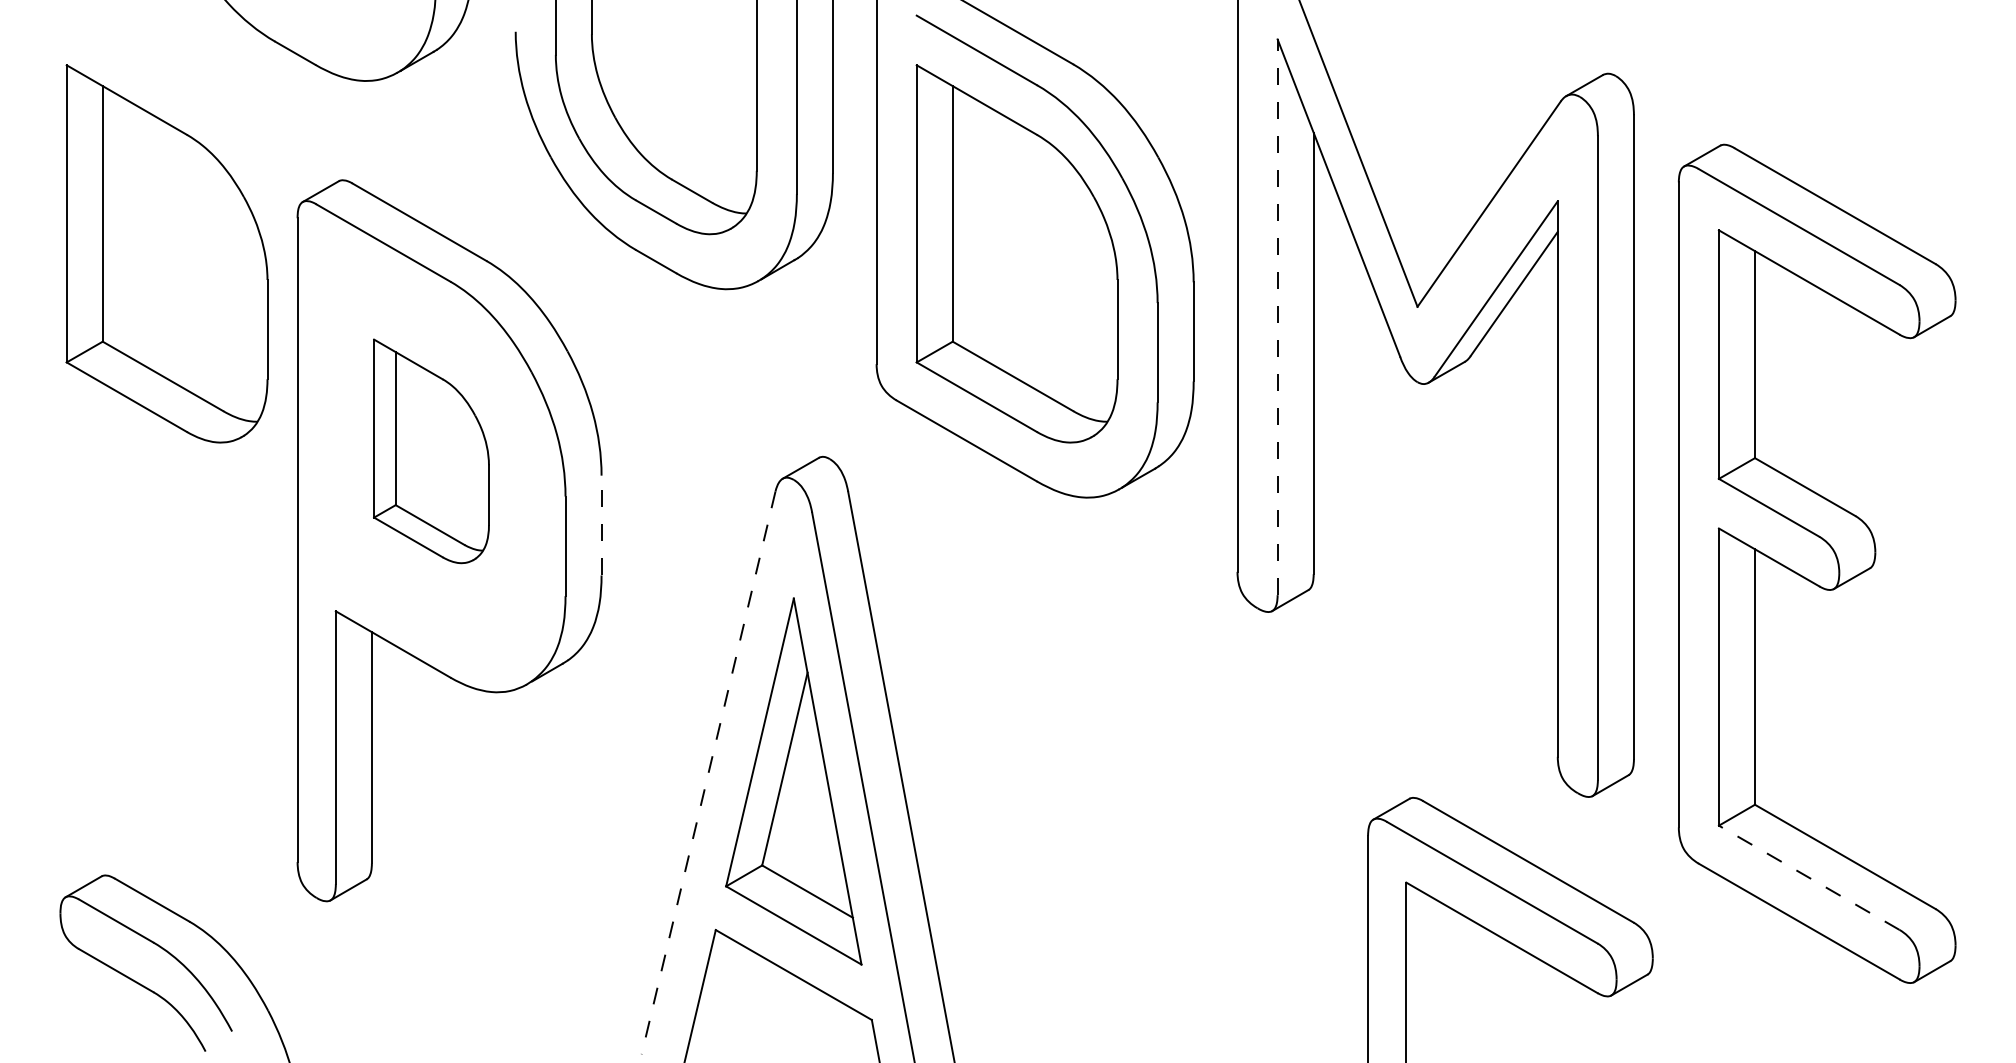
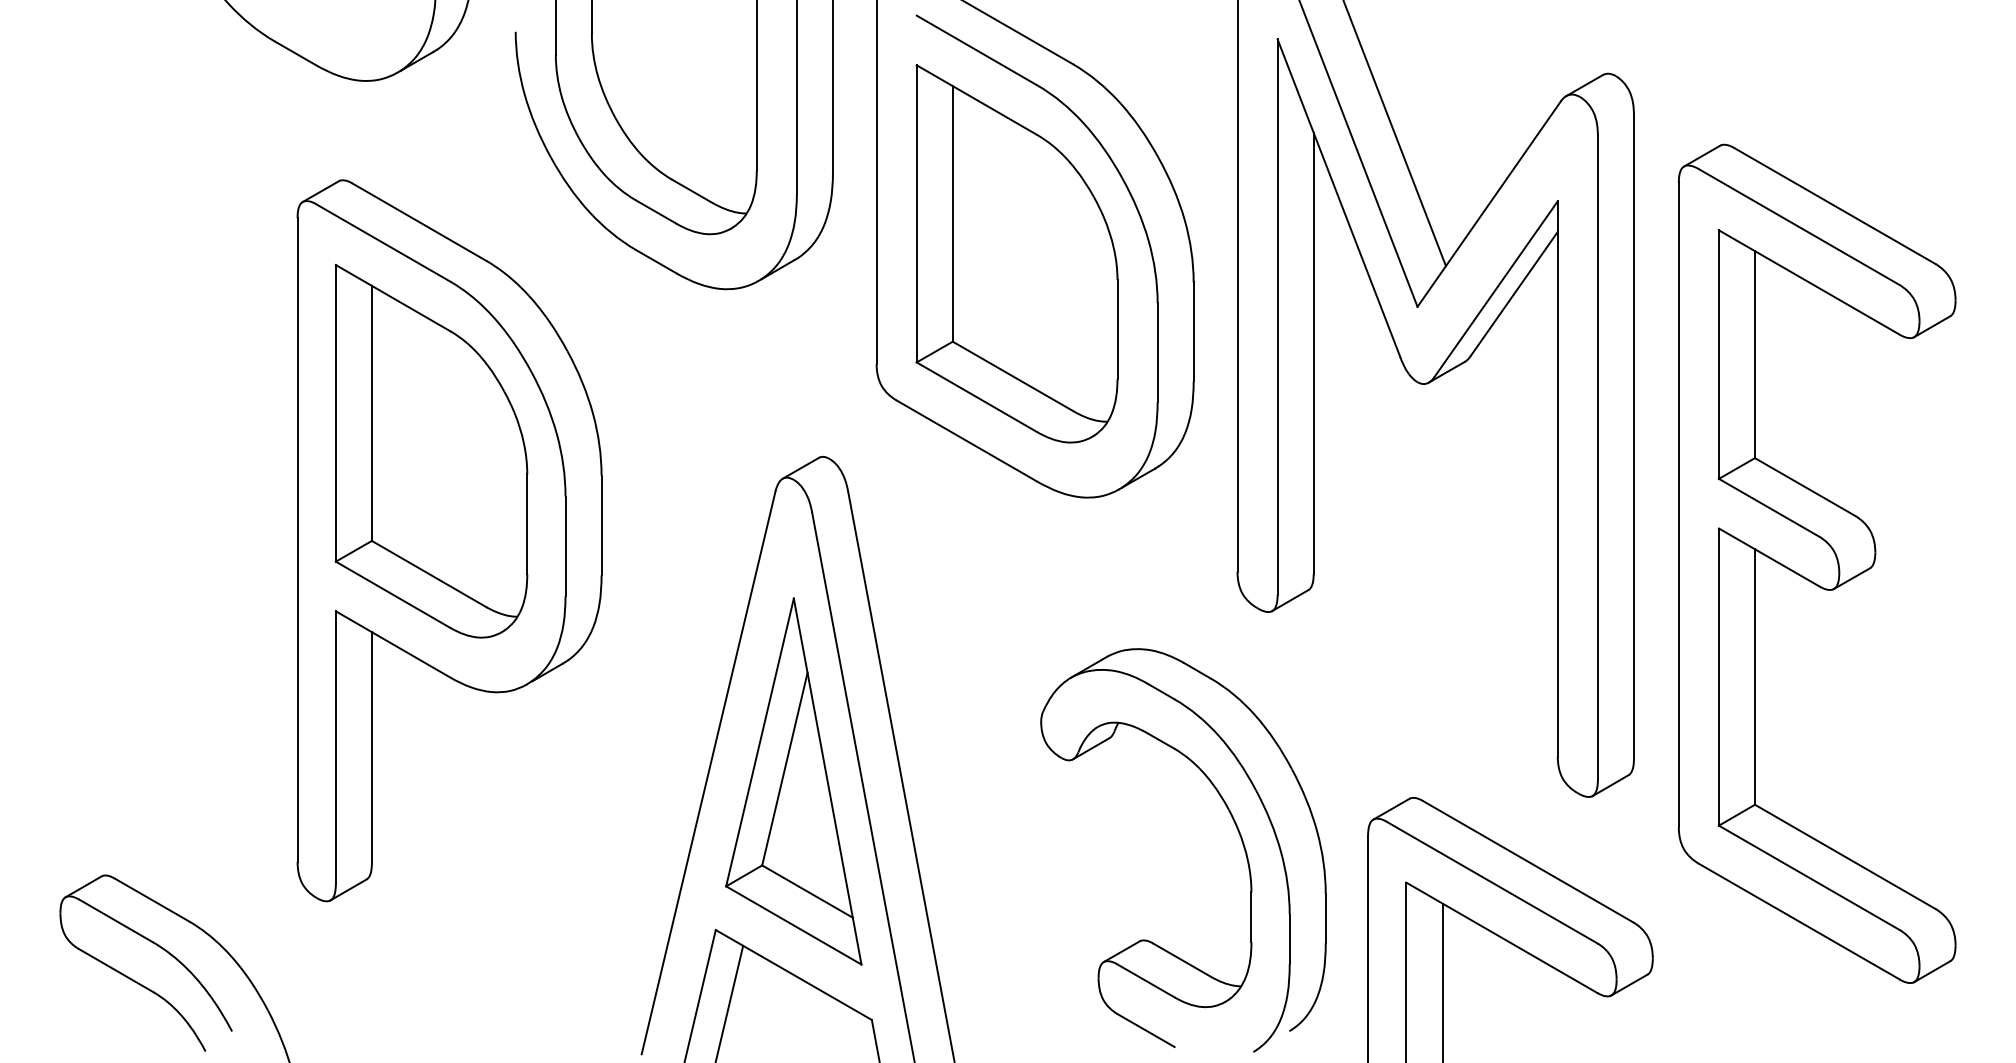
line at (1394, 134): none -> present
part at (166, 253): present -> none
line at (1277, 317): dashed -> solid
part at (431, 451) size: 117x227 px -> 195x375 px
line at (601, 525): dashed -> solid
line at (708, 773): dashed -> solid
part at (1236, 828): none -> present
line at (1808, 877): dashed -> solid
line at (1442, 981): none -> present
line at (729, 1002): none -> present
